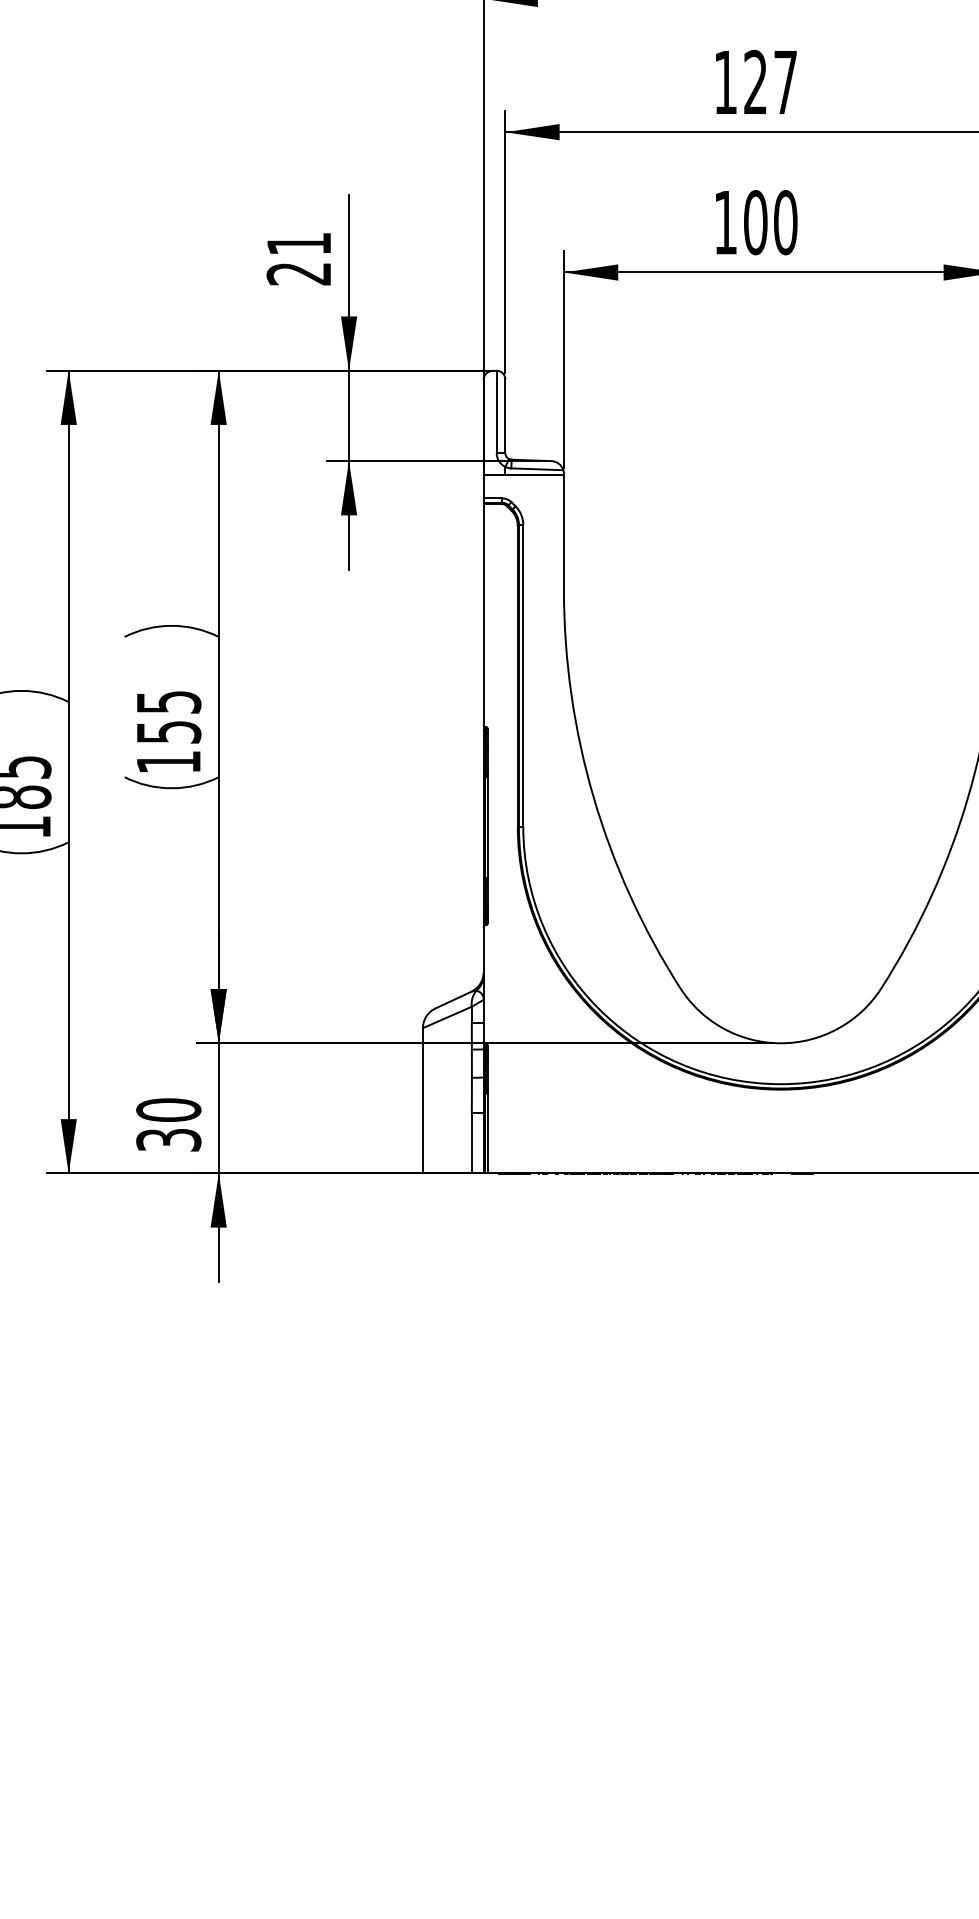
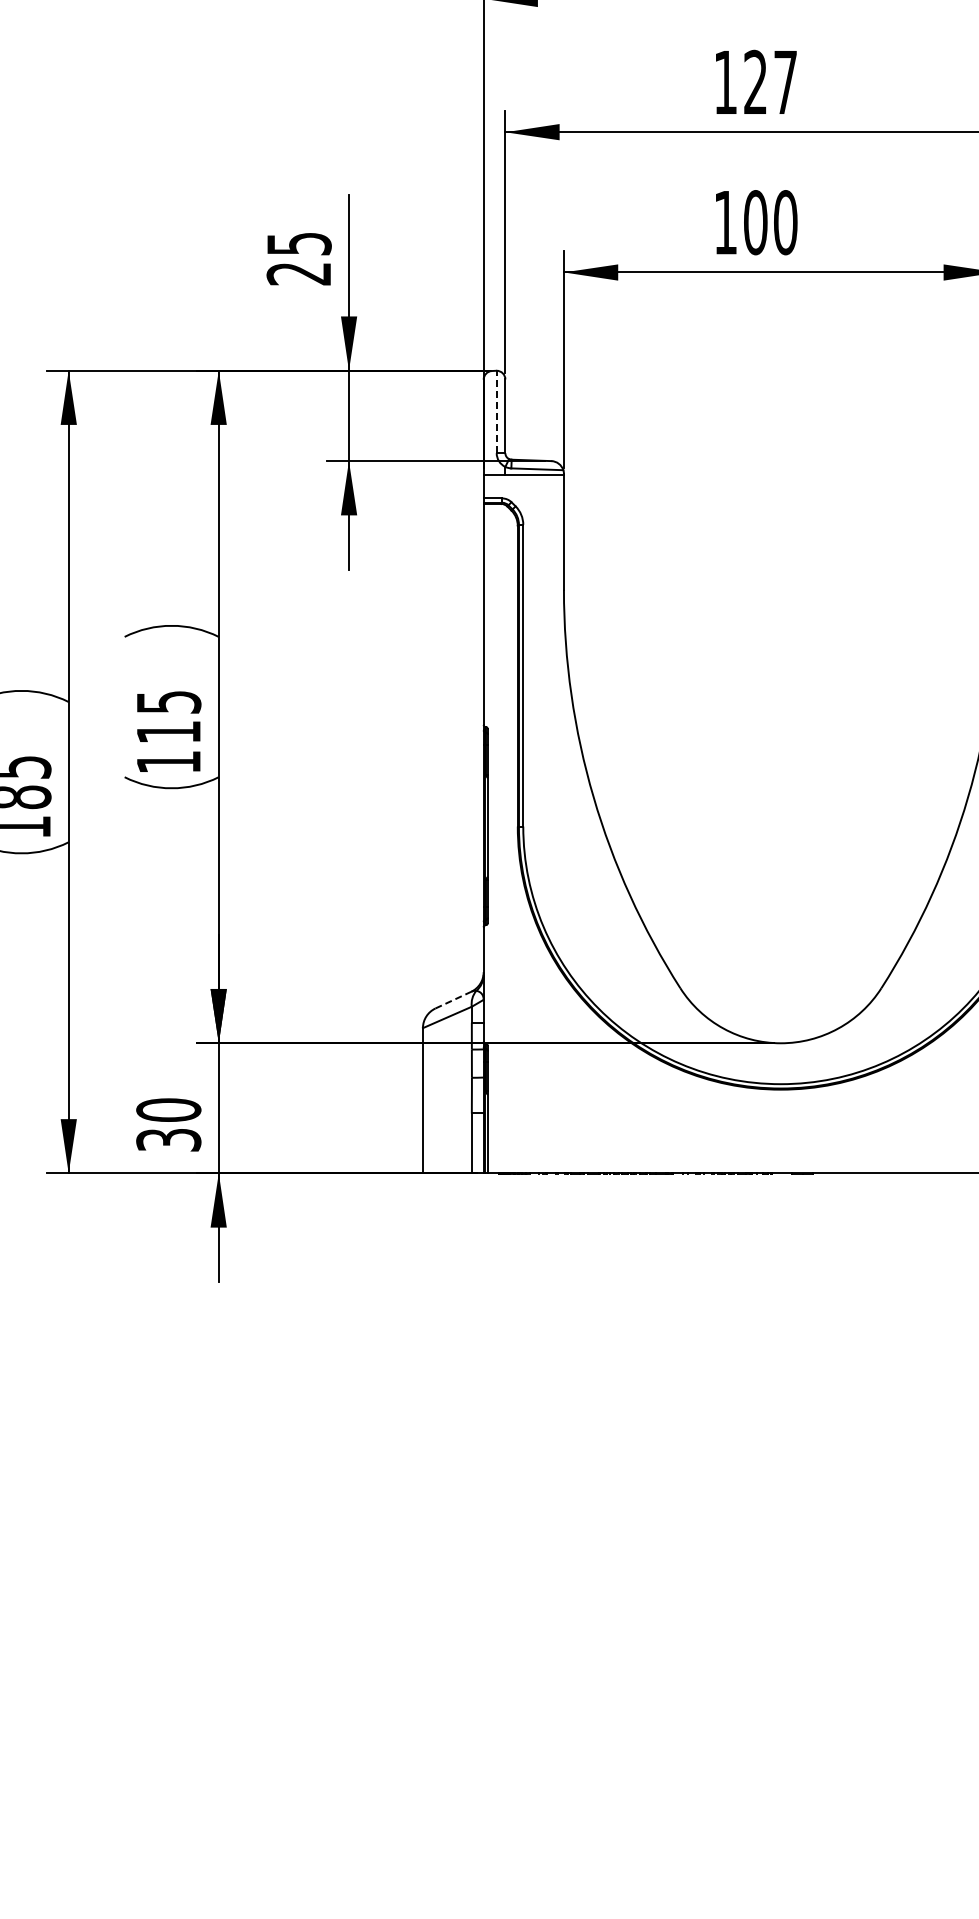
text at (299, 244): 21 -> 25
line at (496, 411): solid -> dashed
text at (169, 732): 155 -> 115
line at (453, 1000): solid -> dashed
